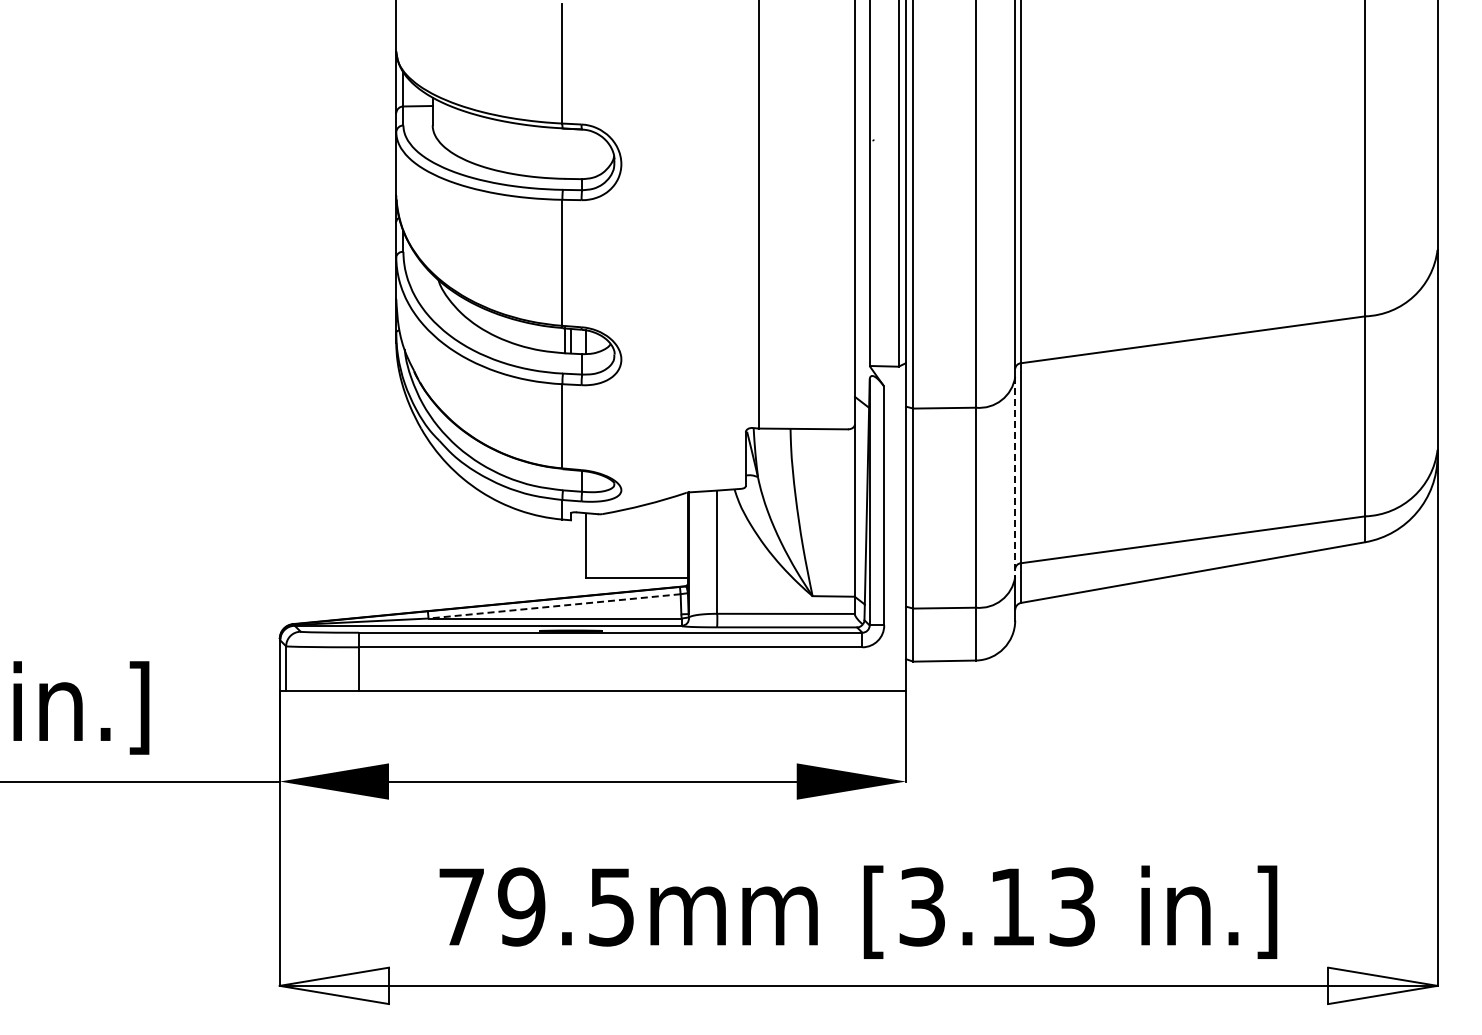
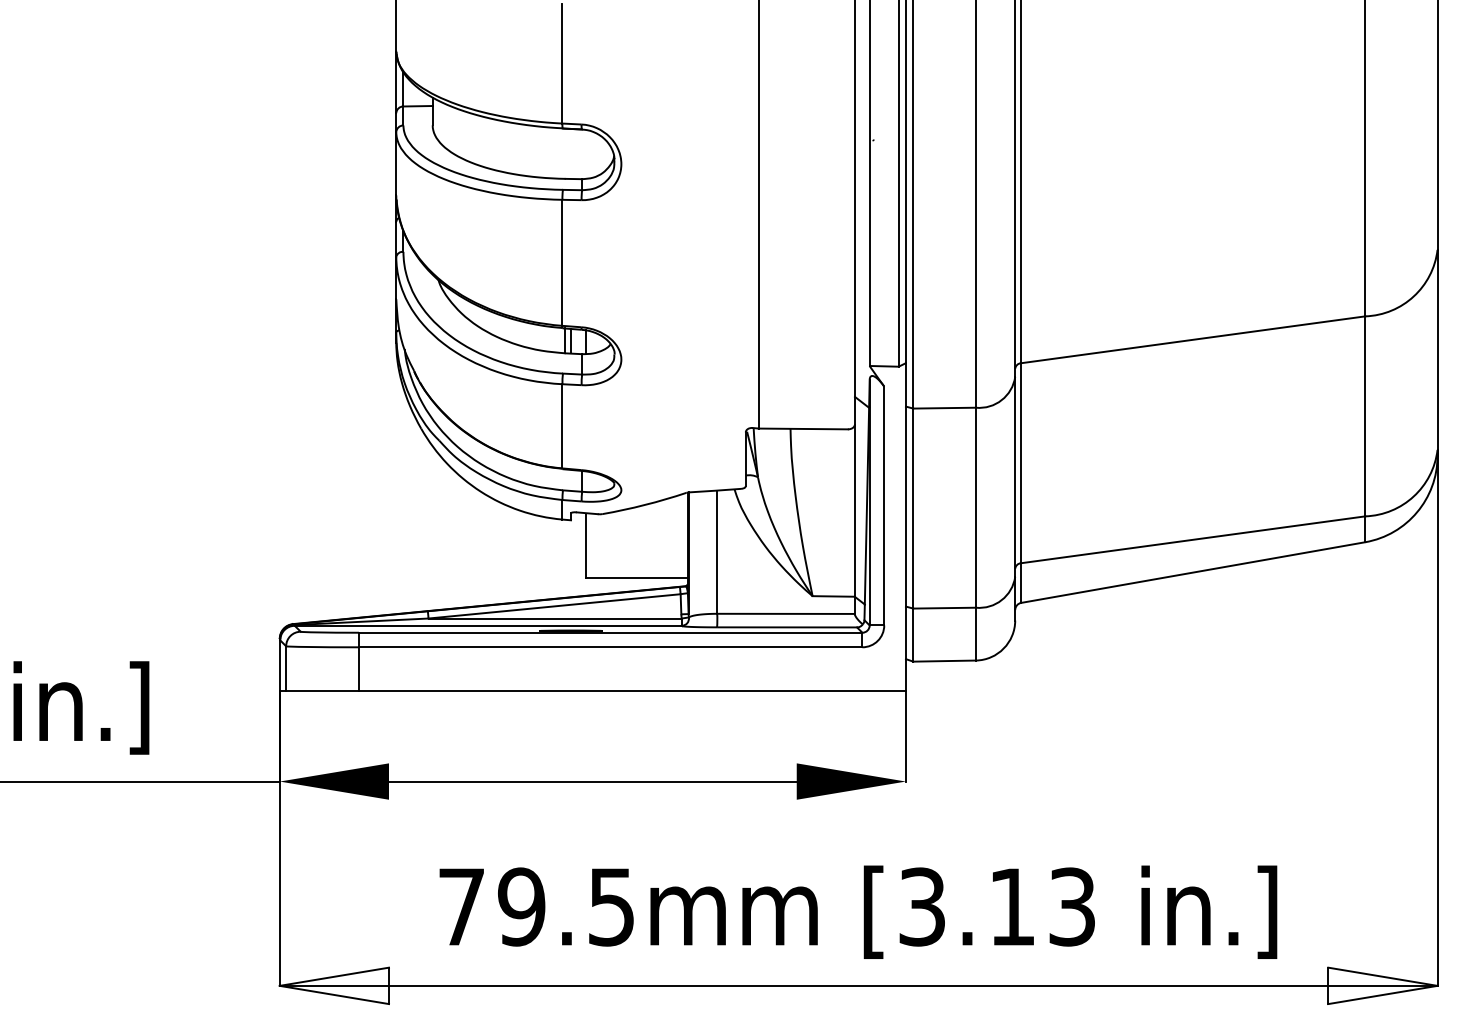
line at (1015, 476): dashed -> solid
line at (554, 606): dashed -> solid
